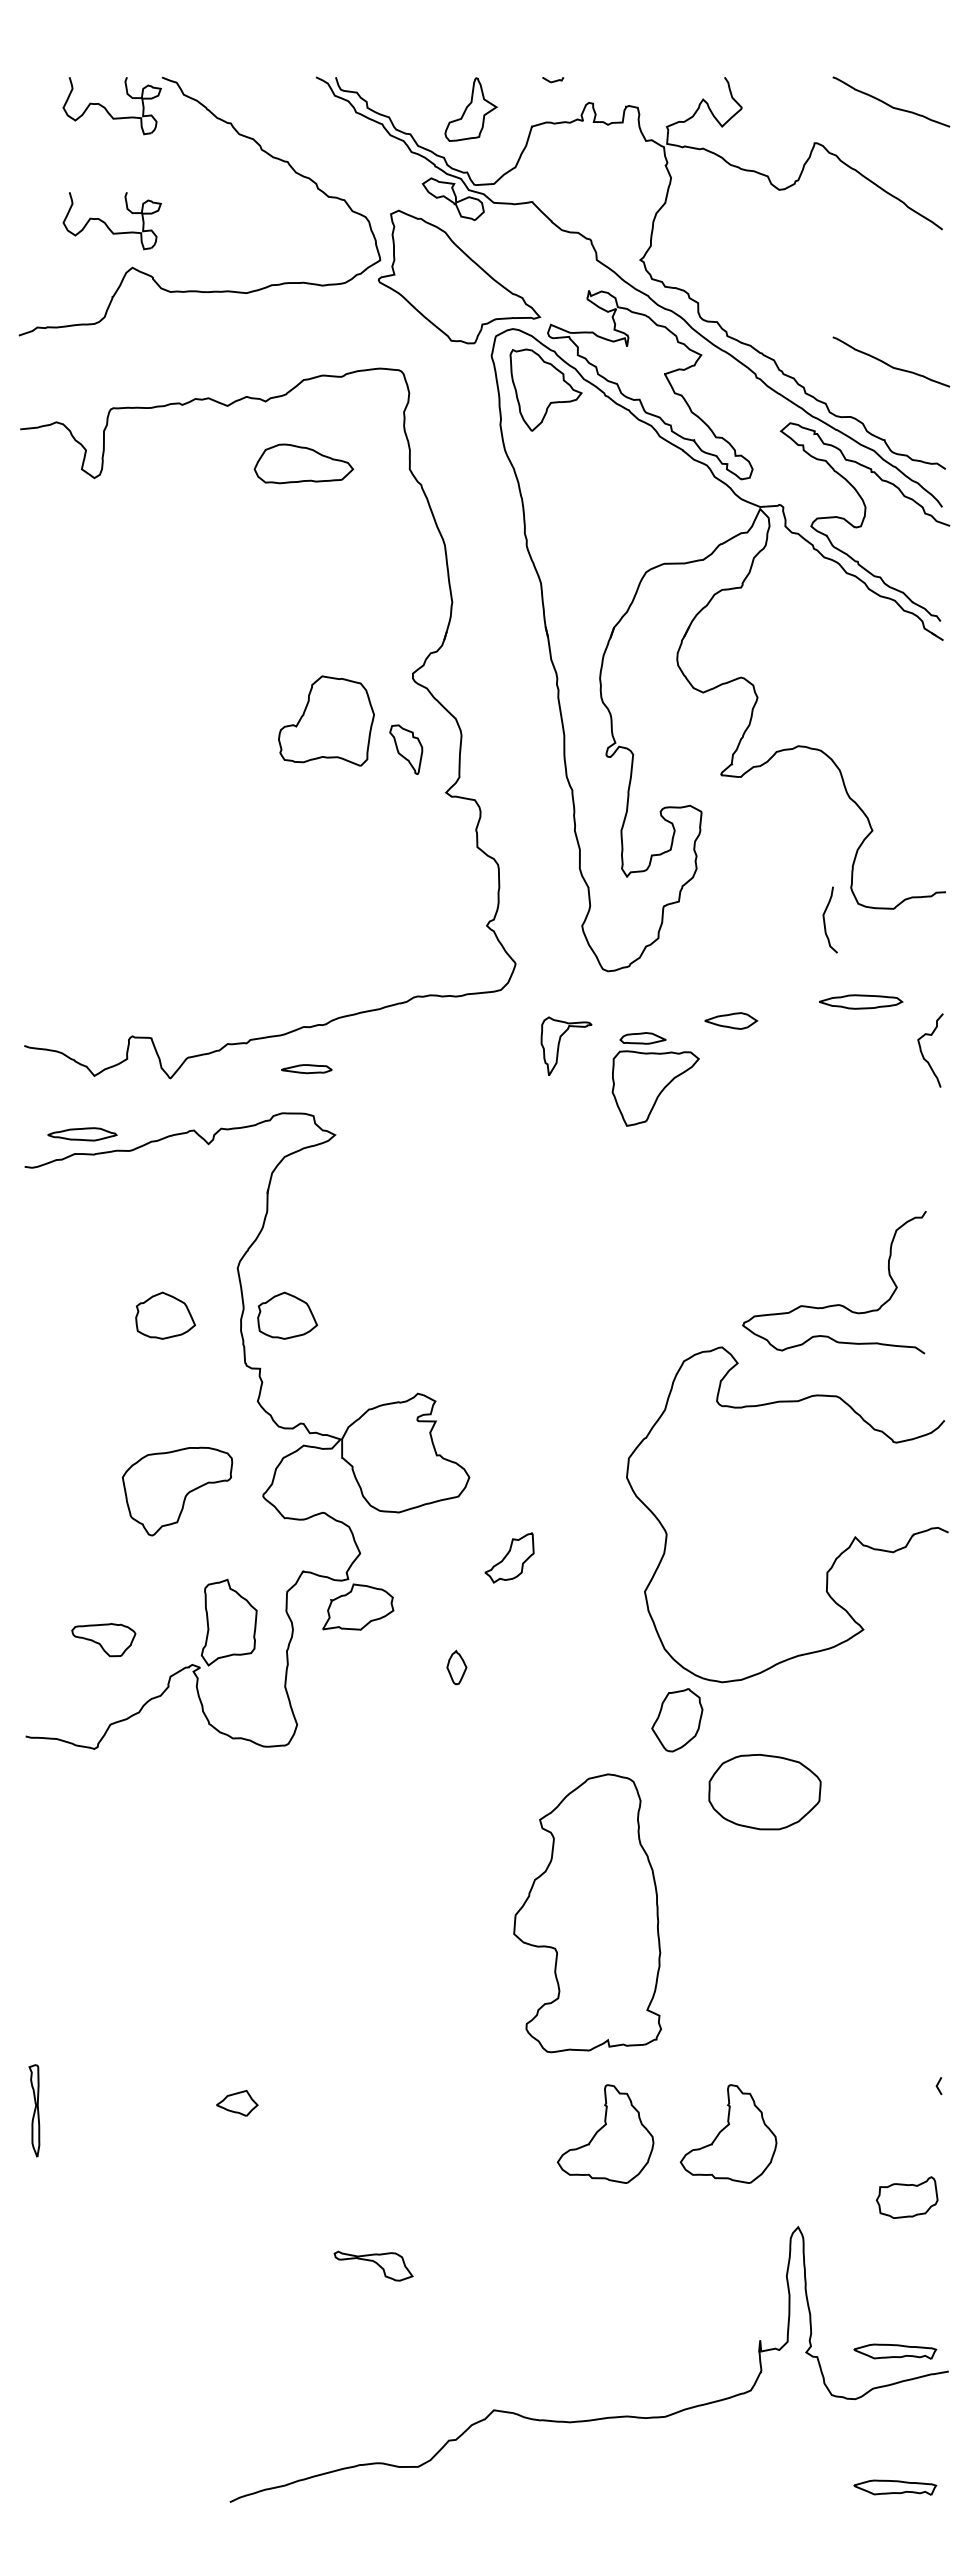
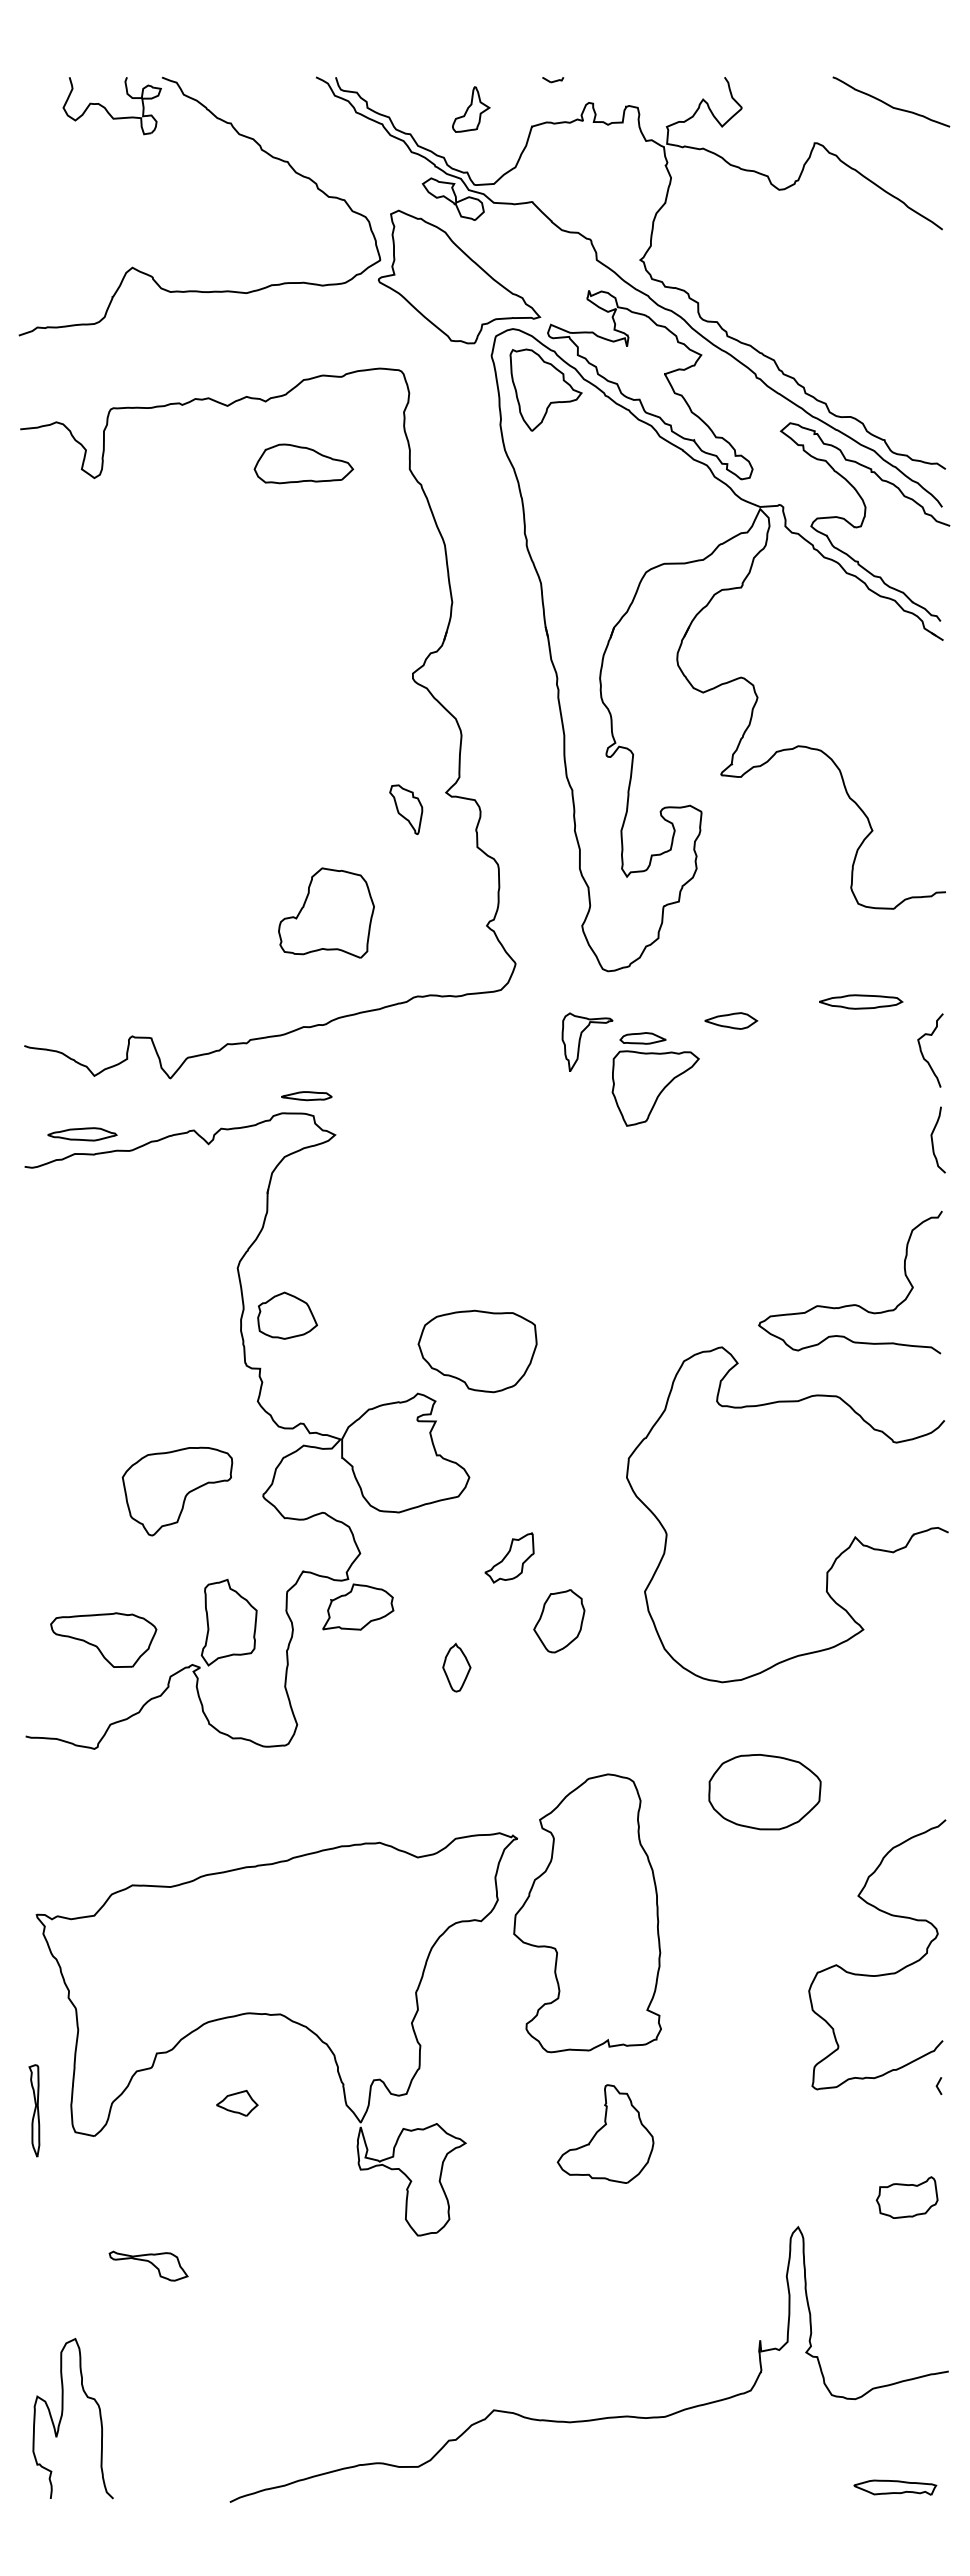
part at (470, 109) size: 54x65 px -> 39x47 px
part at (111, 221): present -> none
curve at (889, 364): present -> none
part at (326, 720) position: (326, 720) -> (326, 912)
part at (406, 749) position: (406, 749) -> (406, 809)
curve at (825, 921) position: (825, 921) -> (933, 1141)
part at (559, 1045) position: (559, 1045) -> (580, 1041)
part at (306, 1069) position: (306, 1069) -> (306, 1096)
curve at (834, 1304) position: (834, 1304) -> (850, 1304)
part at (165, 1315): present -> none
part at (477, 1351): none -> present
part at (103, 1640) size: 66x35 px -> 108x56 px
part at (456, 1667) size: 22x37 px -> 30x51 px
part at (677, 1720) position: (677, 1720) -> (559, 1621)
curve at (877, 1974): none -> present
part at (287, 2019): none -> present
part at (728, 2133): present -> none
part at (373, 2265) position: (373, 2265) -> (148, 2265)
part at (895, 2351): present -> none
curve at (62, 2417): none -> present
